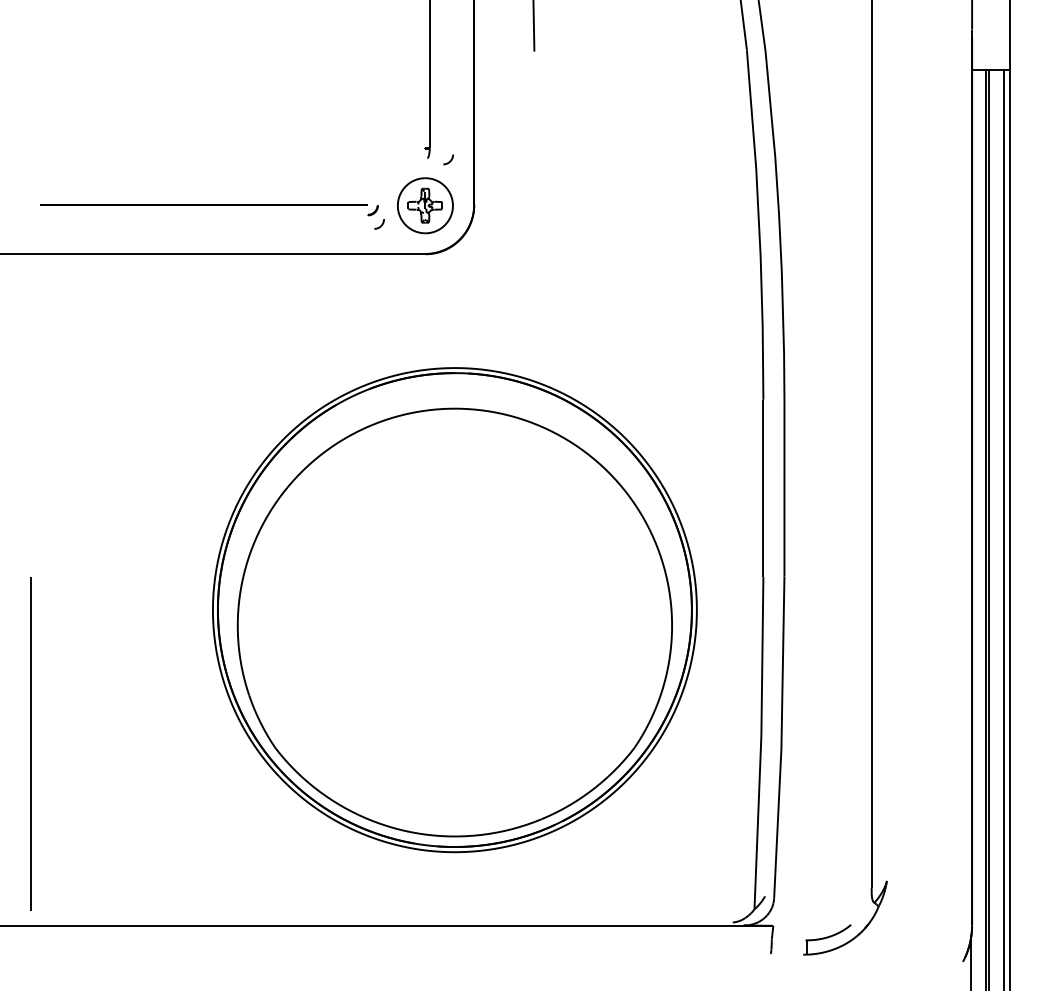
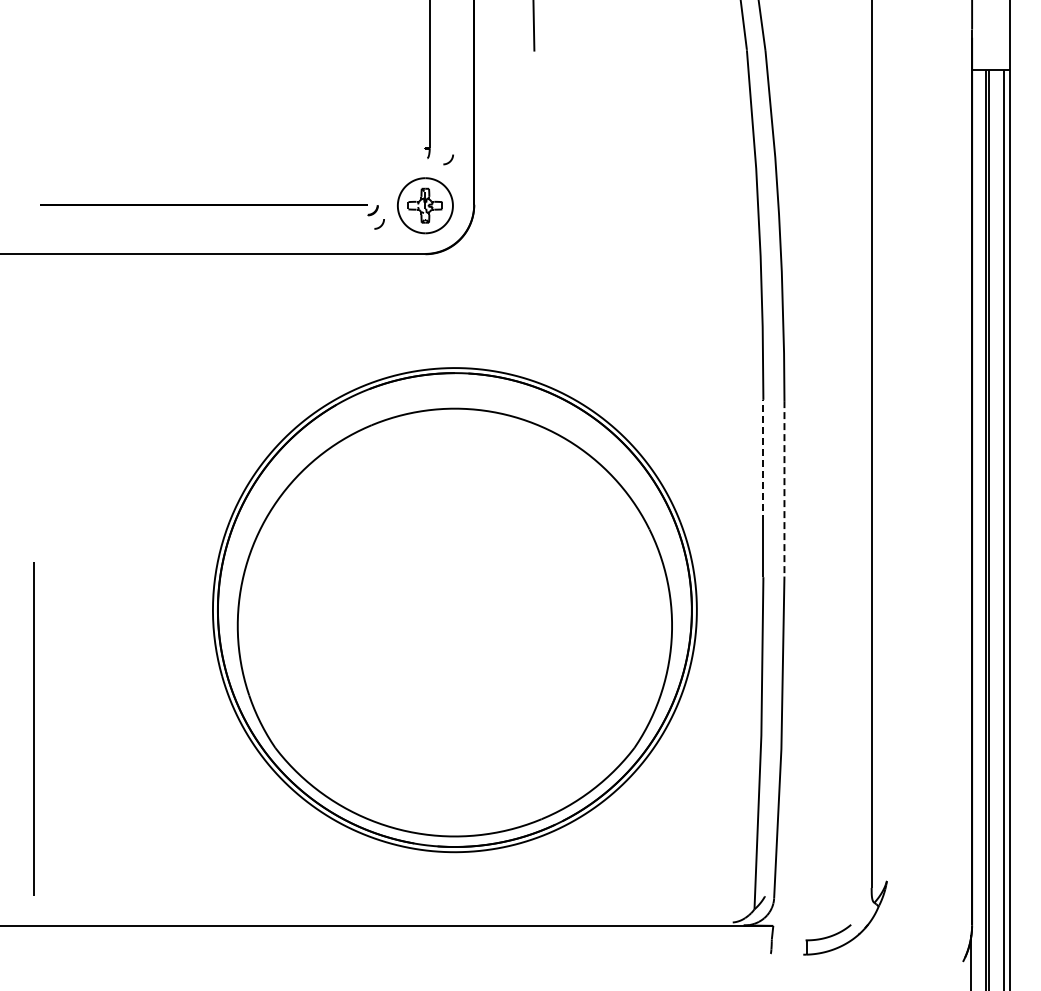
line at (763, 460): solid -> dashed
line at (784, 488): solid -> dashed
line at (30, 743) position: (30, 743) -> (33, 728)
